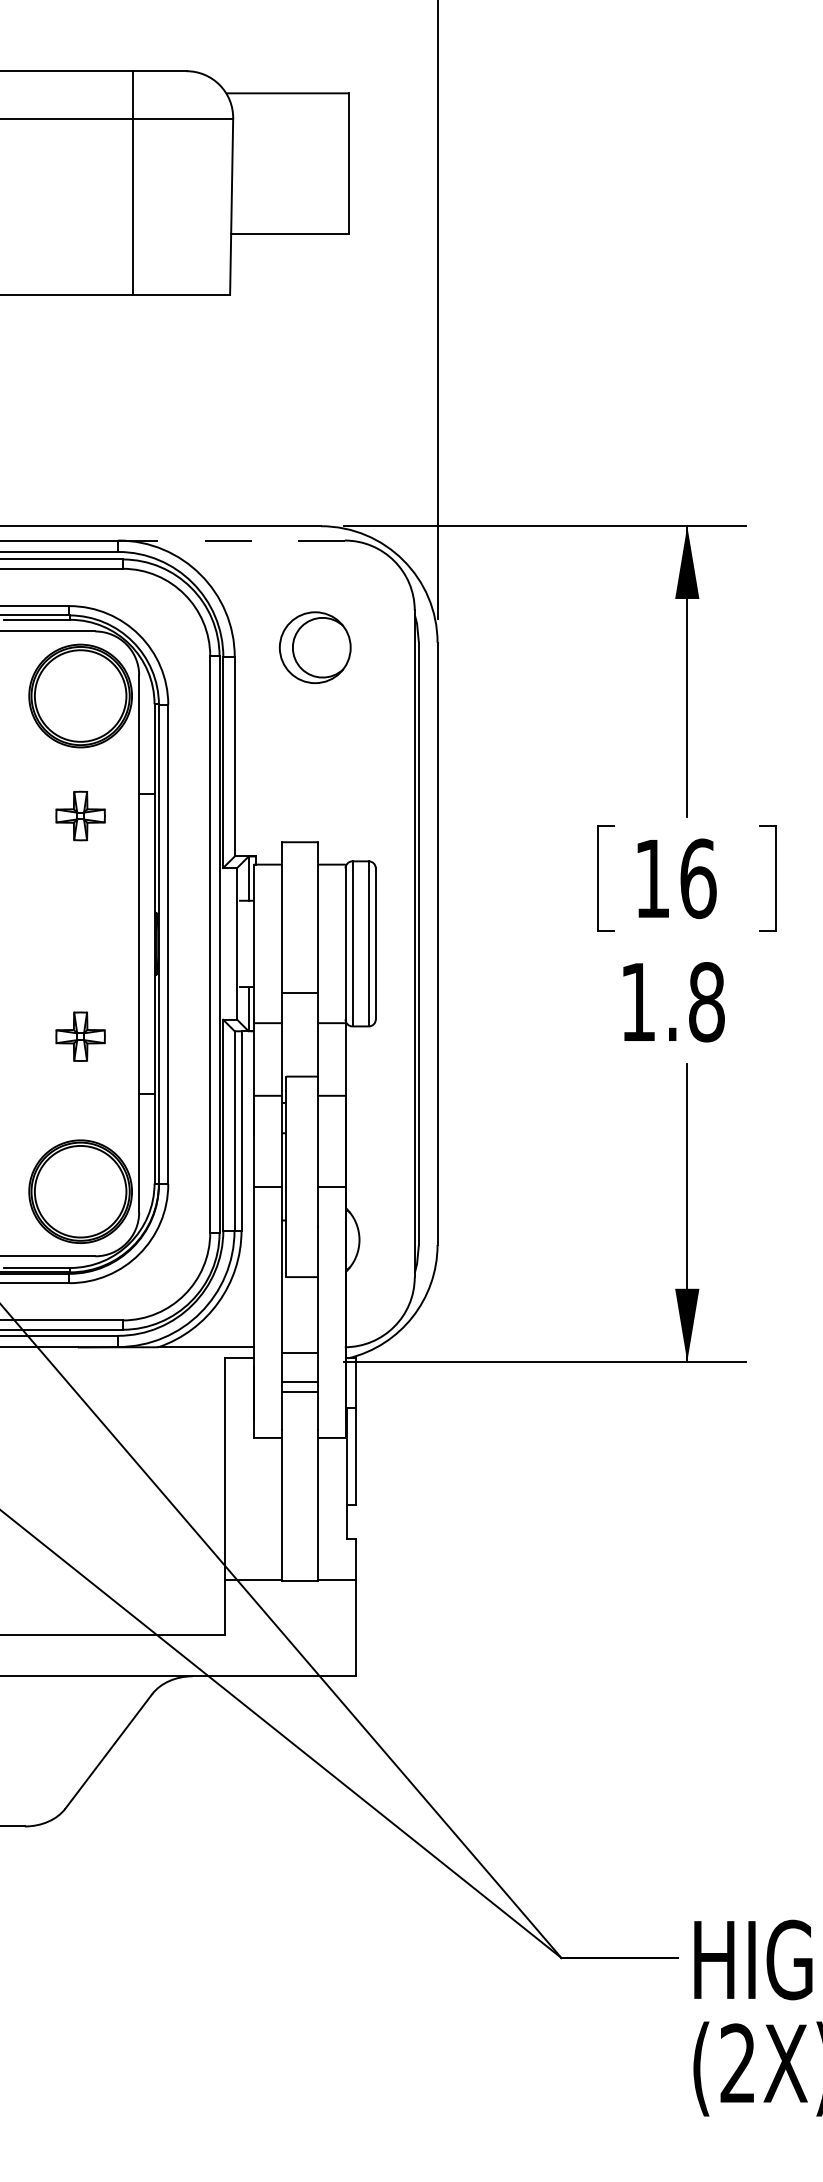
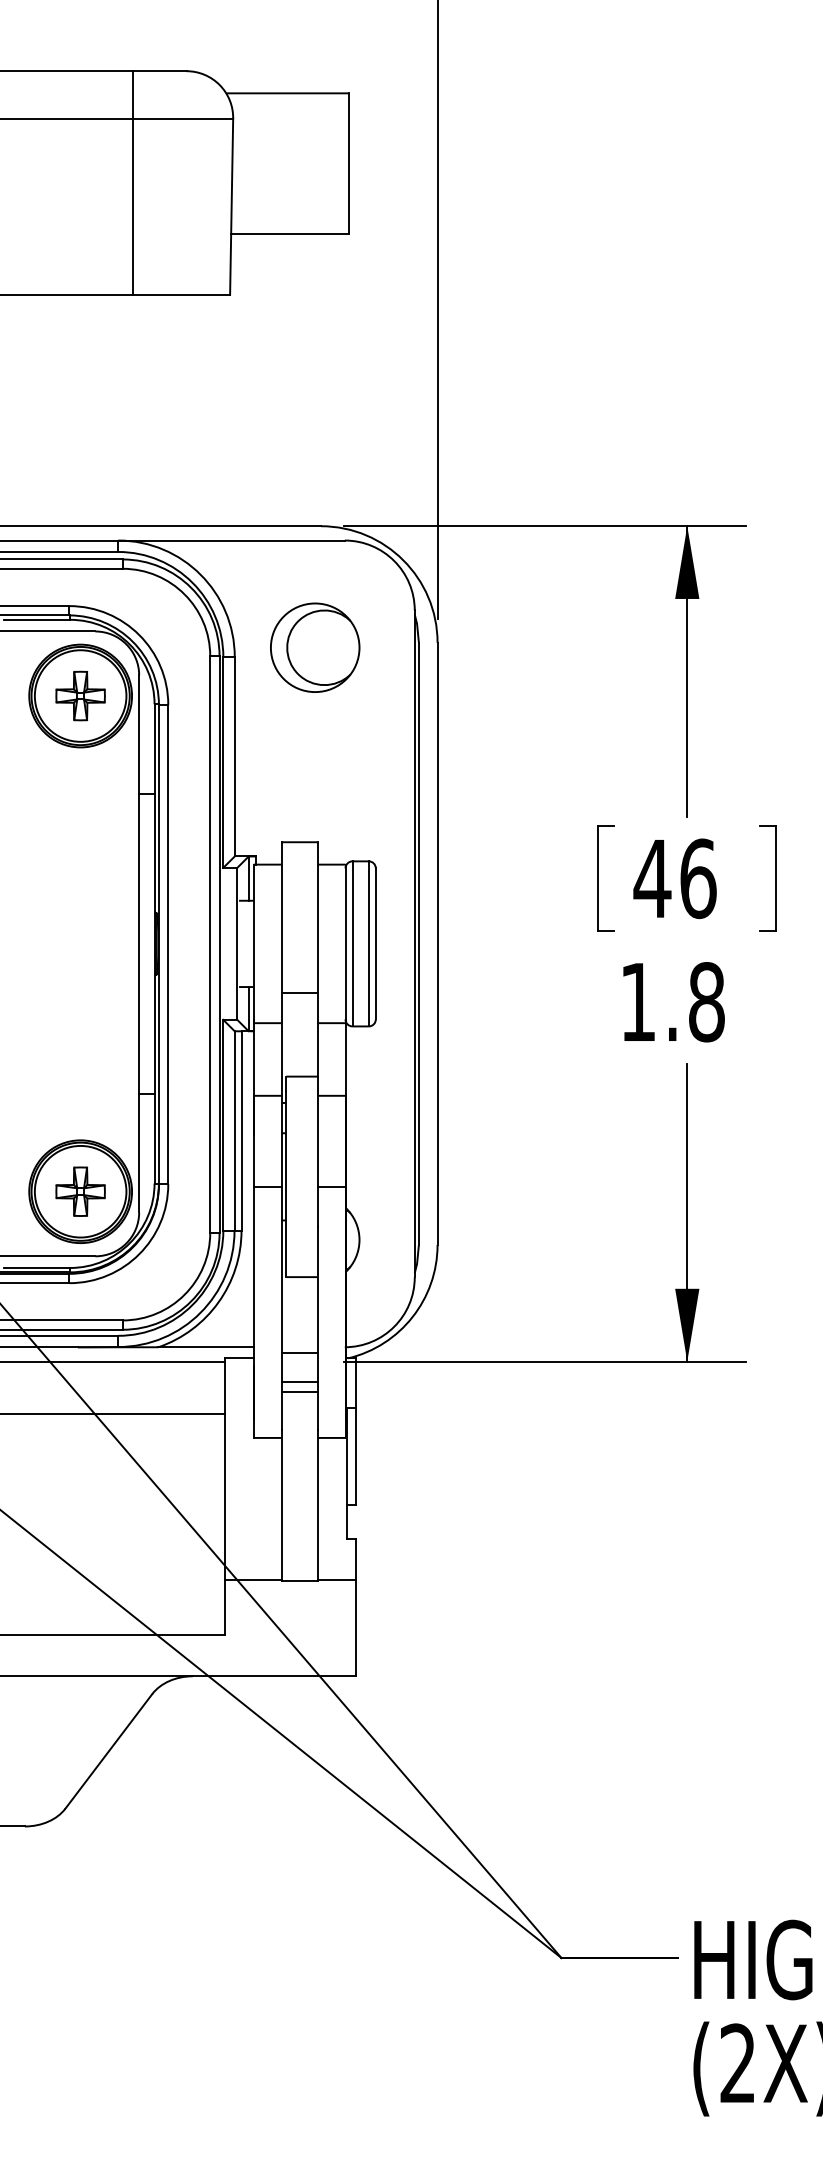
line at (231, 540): dashed -> solid
part at (315, 647) size: 73x74 px -> 91x91 px
part at (80, 815) position: (80, 815) -> (80, 695)
text at (652, 878): 16 -> 46
part at (80, 1036) position: (80, 1036) -> (80, 1191)
line at (113, 1361): none -> present
line at (113, 1413): none -> present
